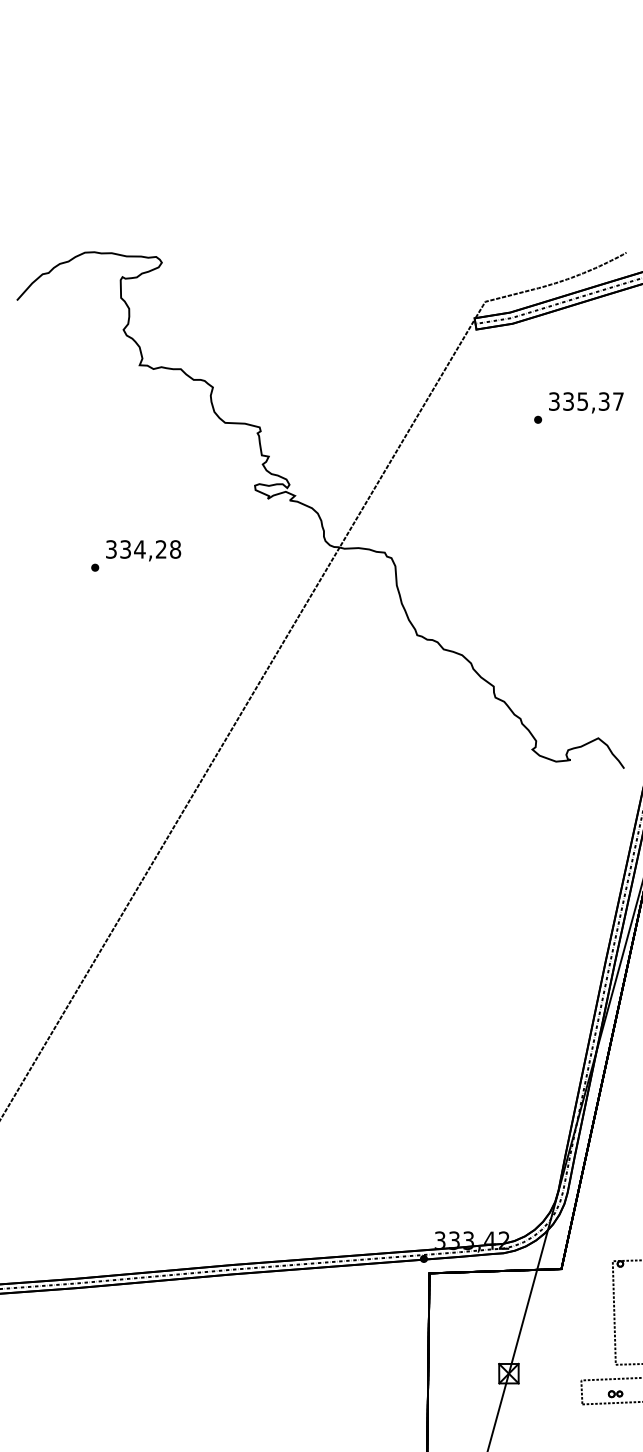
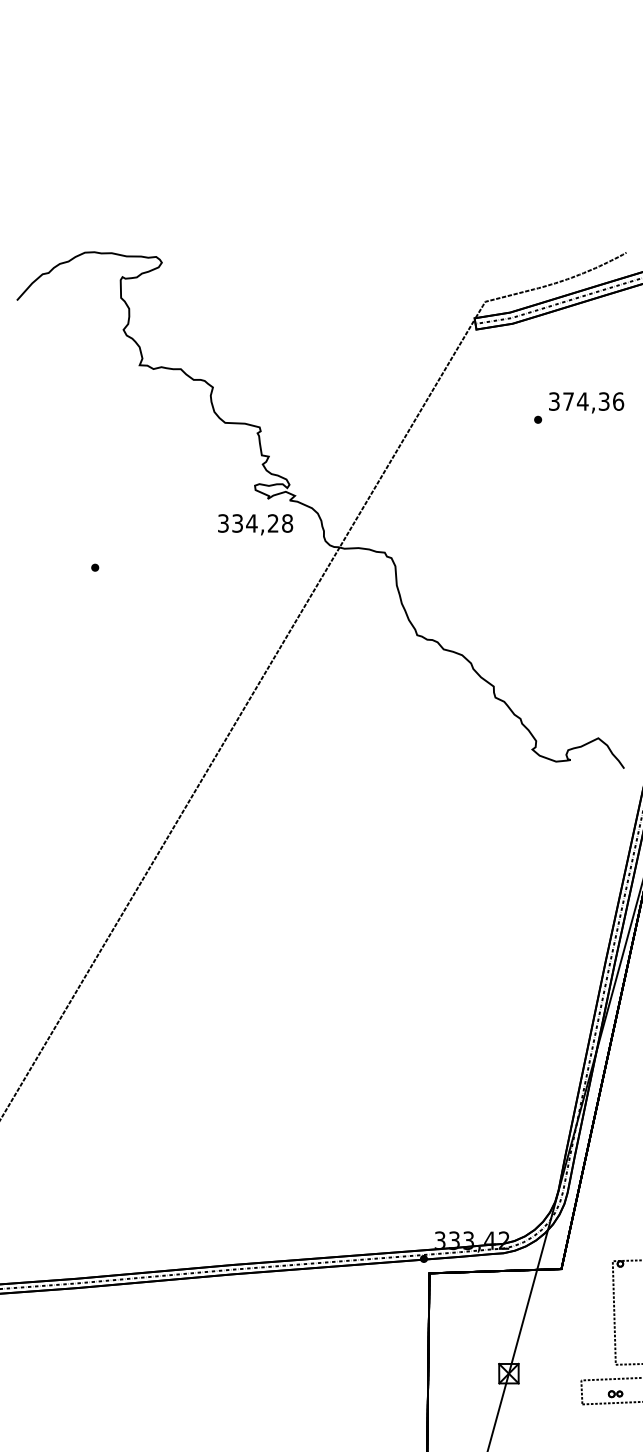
text at (593, 401): 335,37 -> 374,36
text at (143, 550) position: (143, 550) -> (255, 524)
